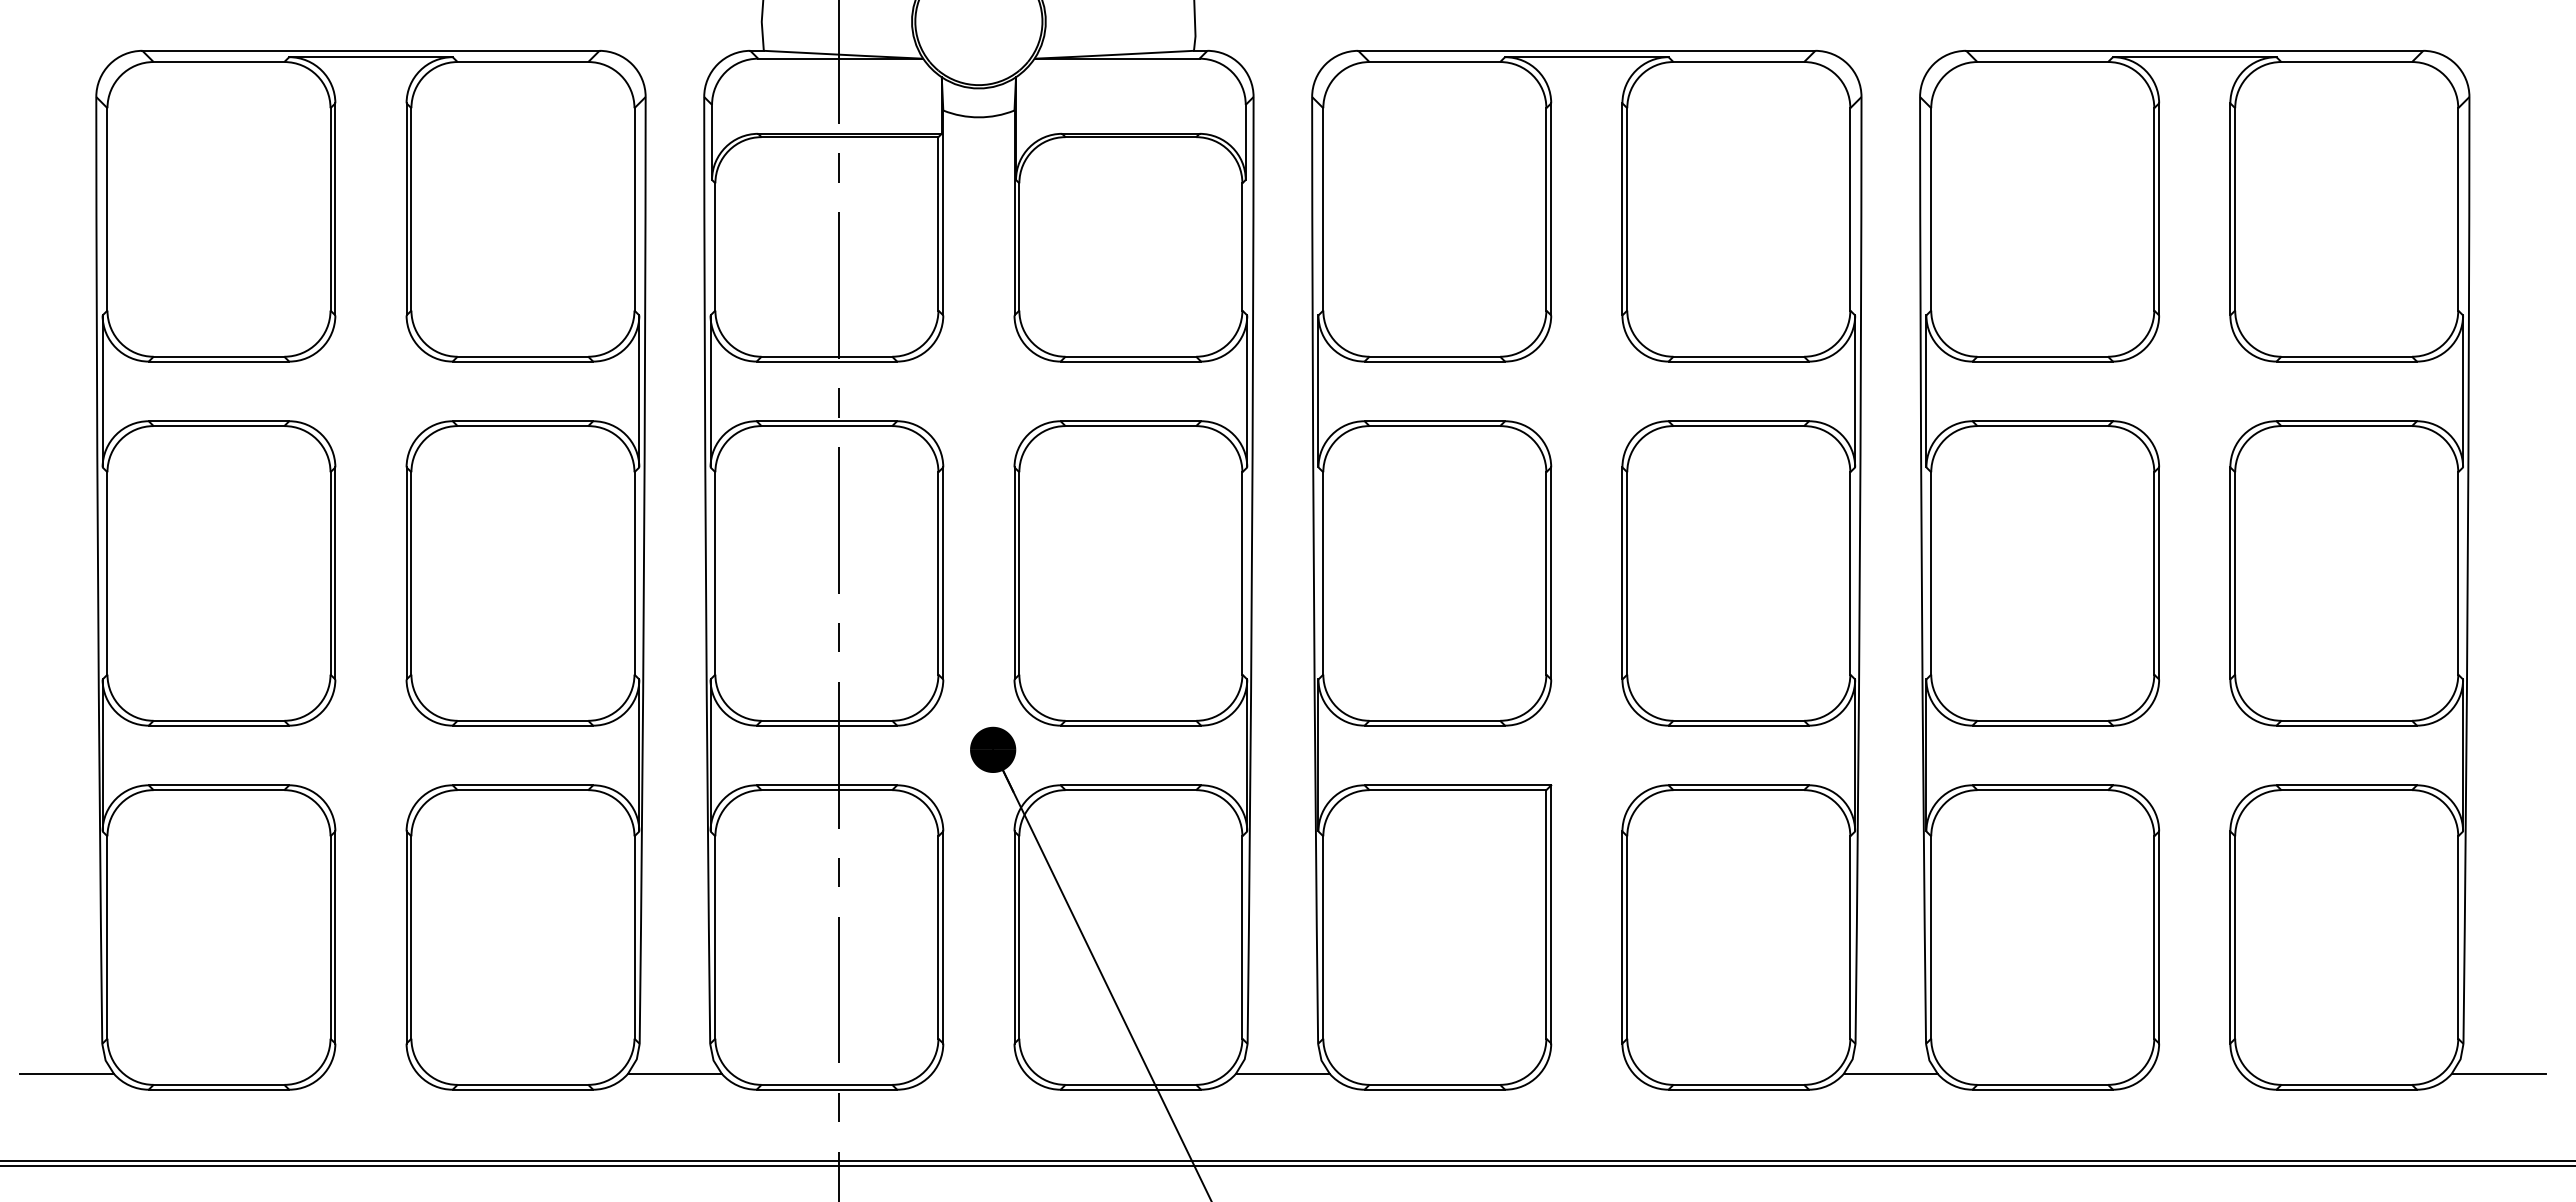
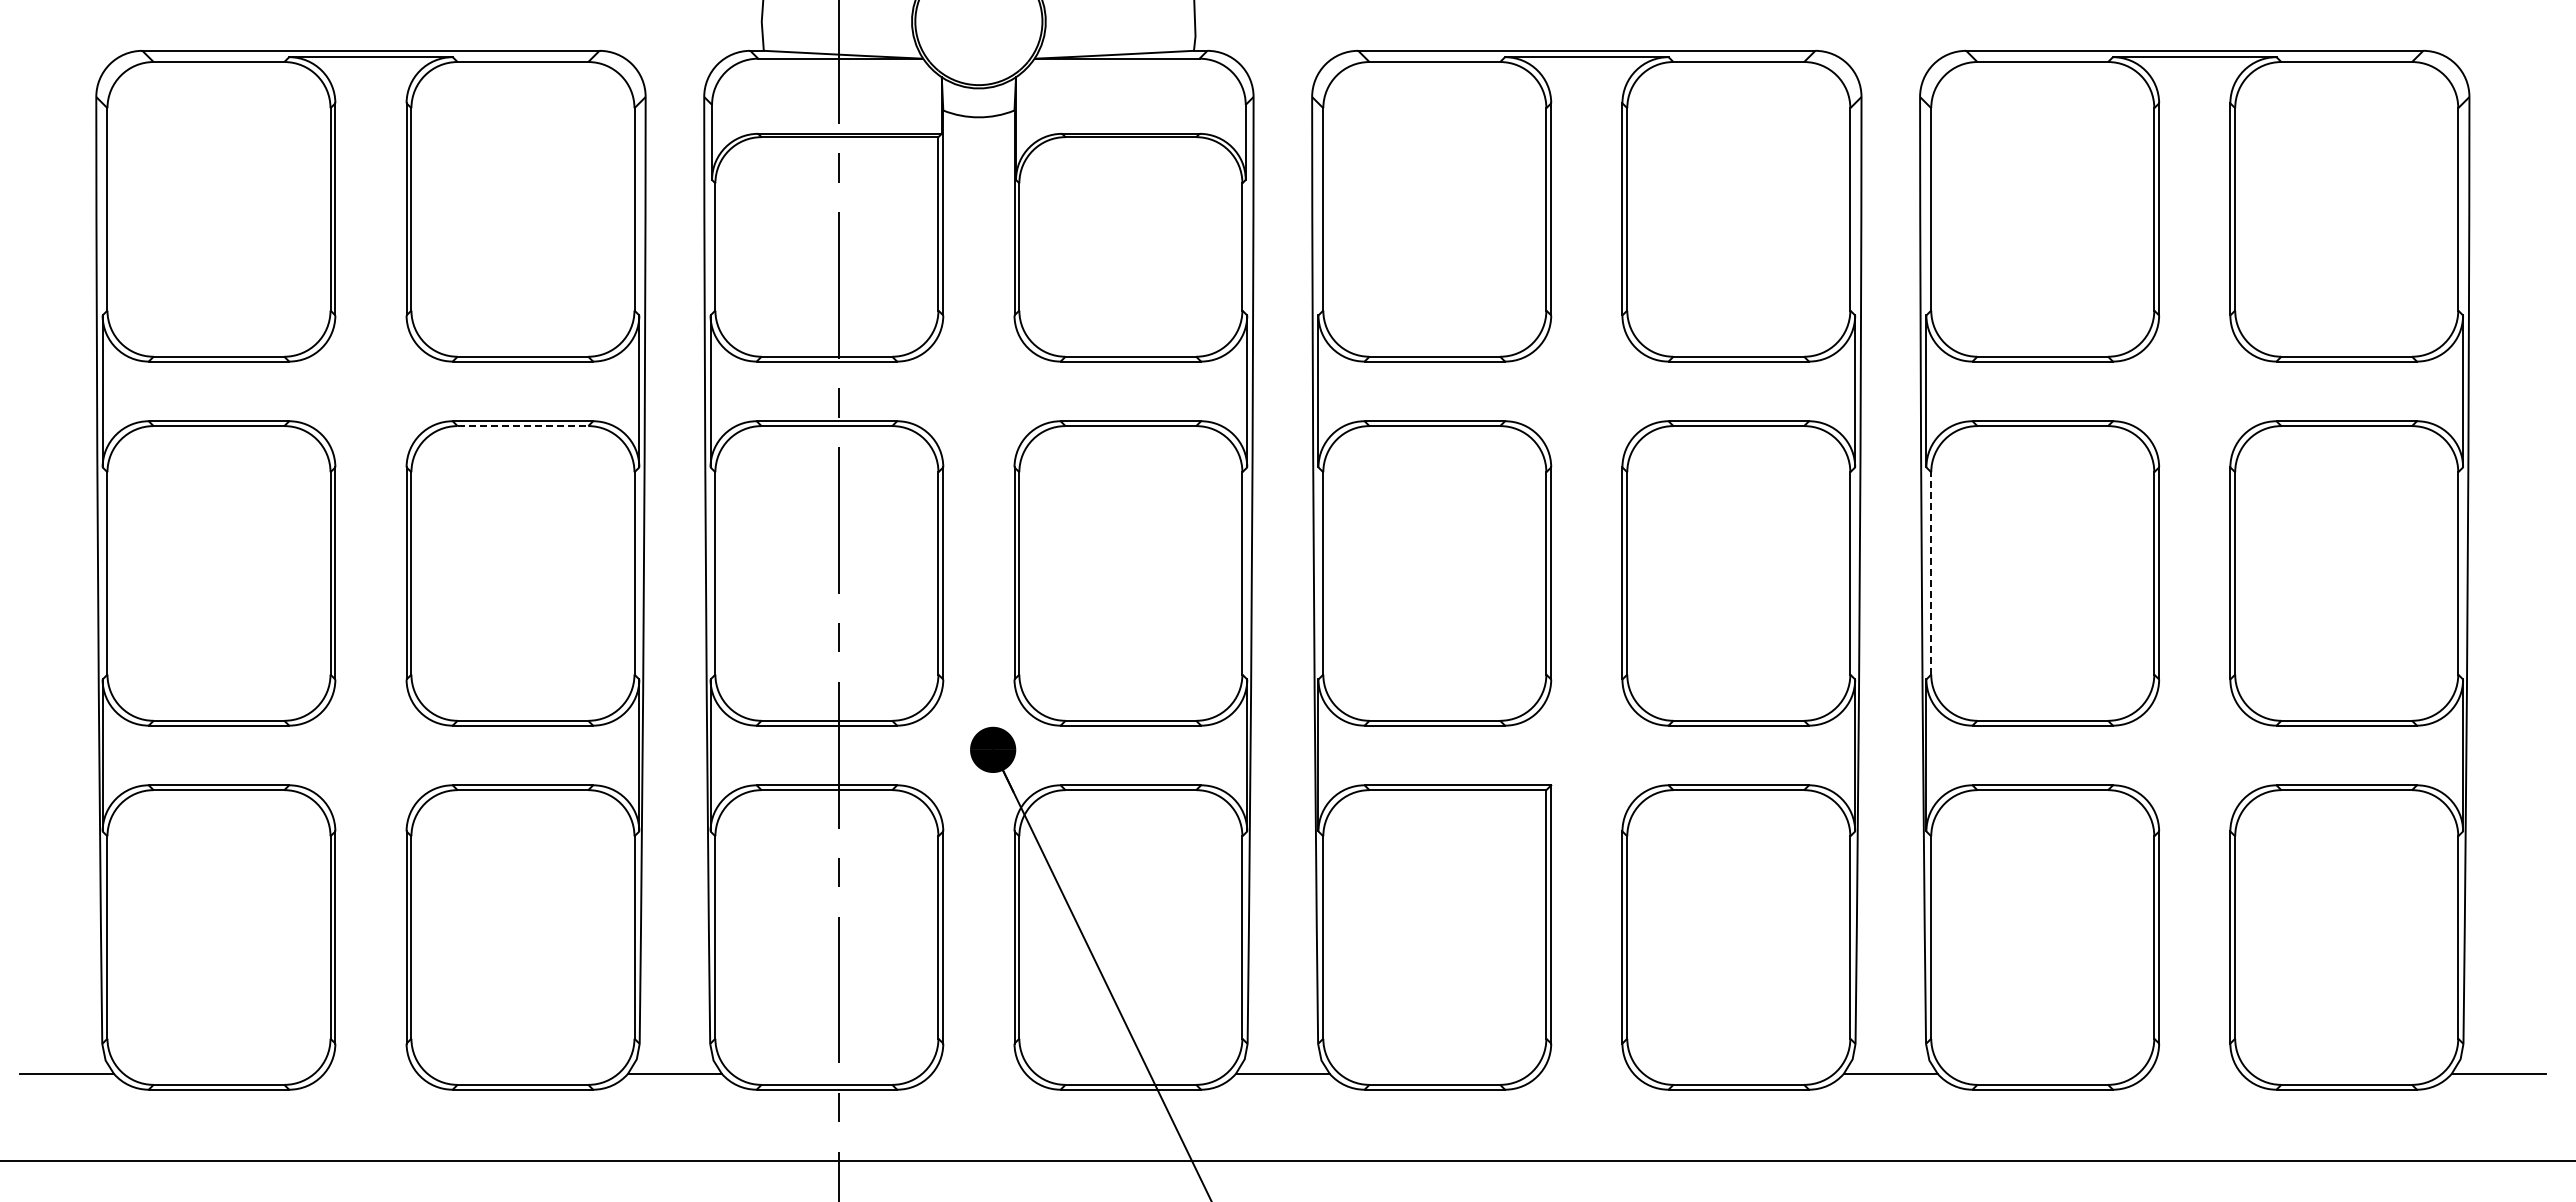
line at (523, 426): solid -> dashed
line at (1931, 572): solid -> dashed
line at (1287, 1165): present -> none
